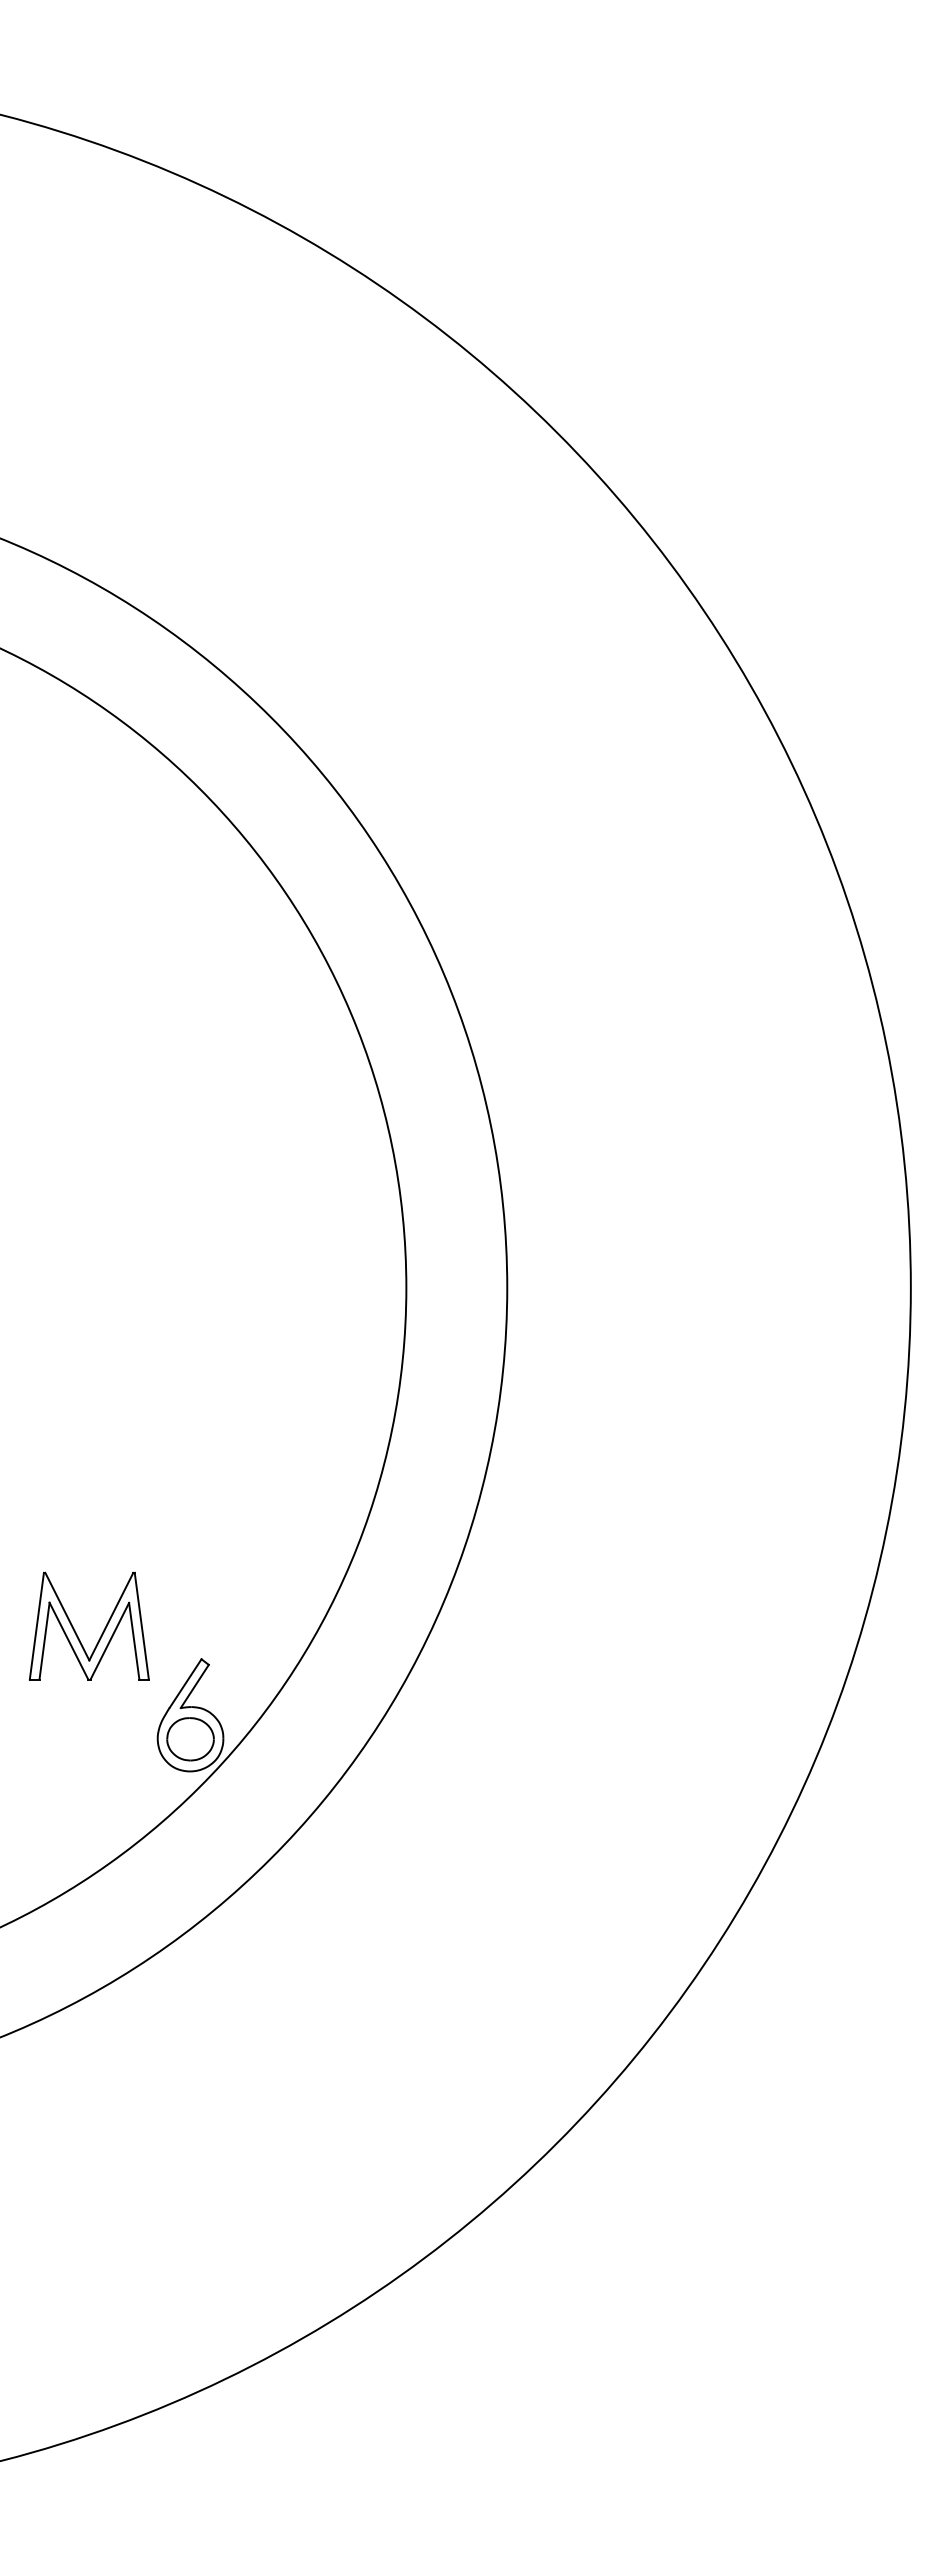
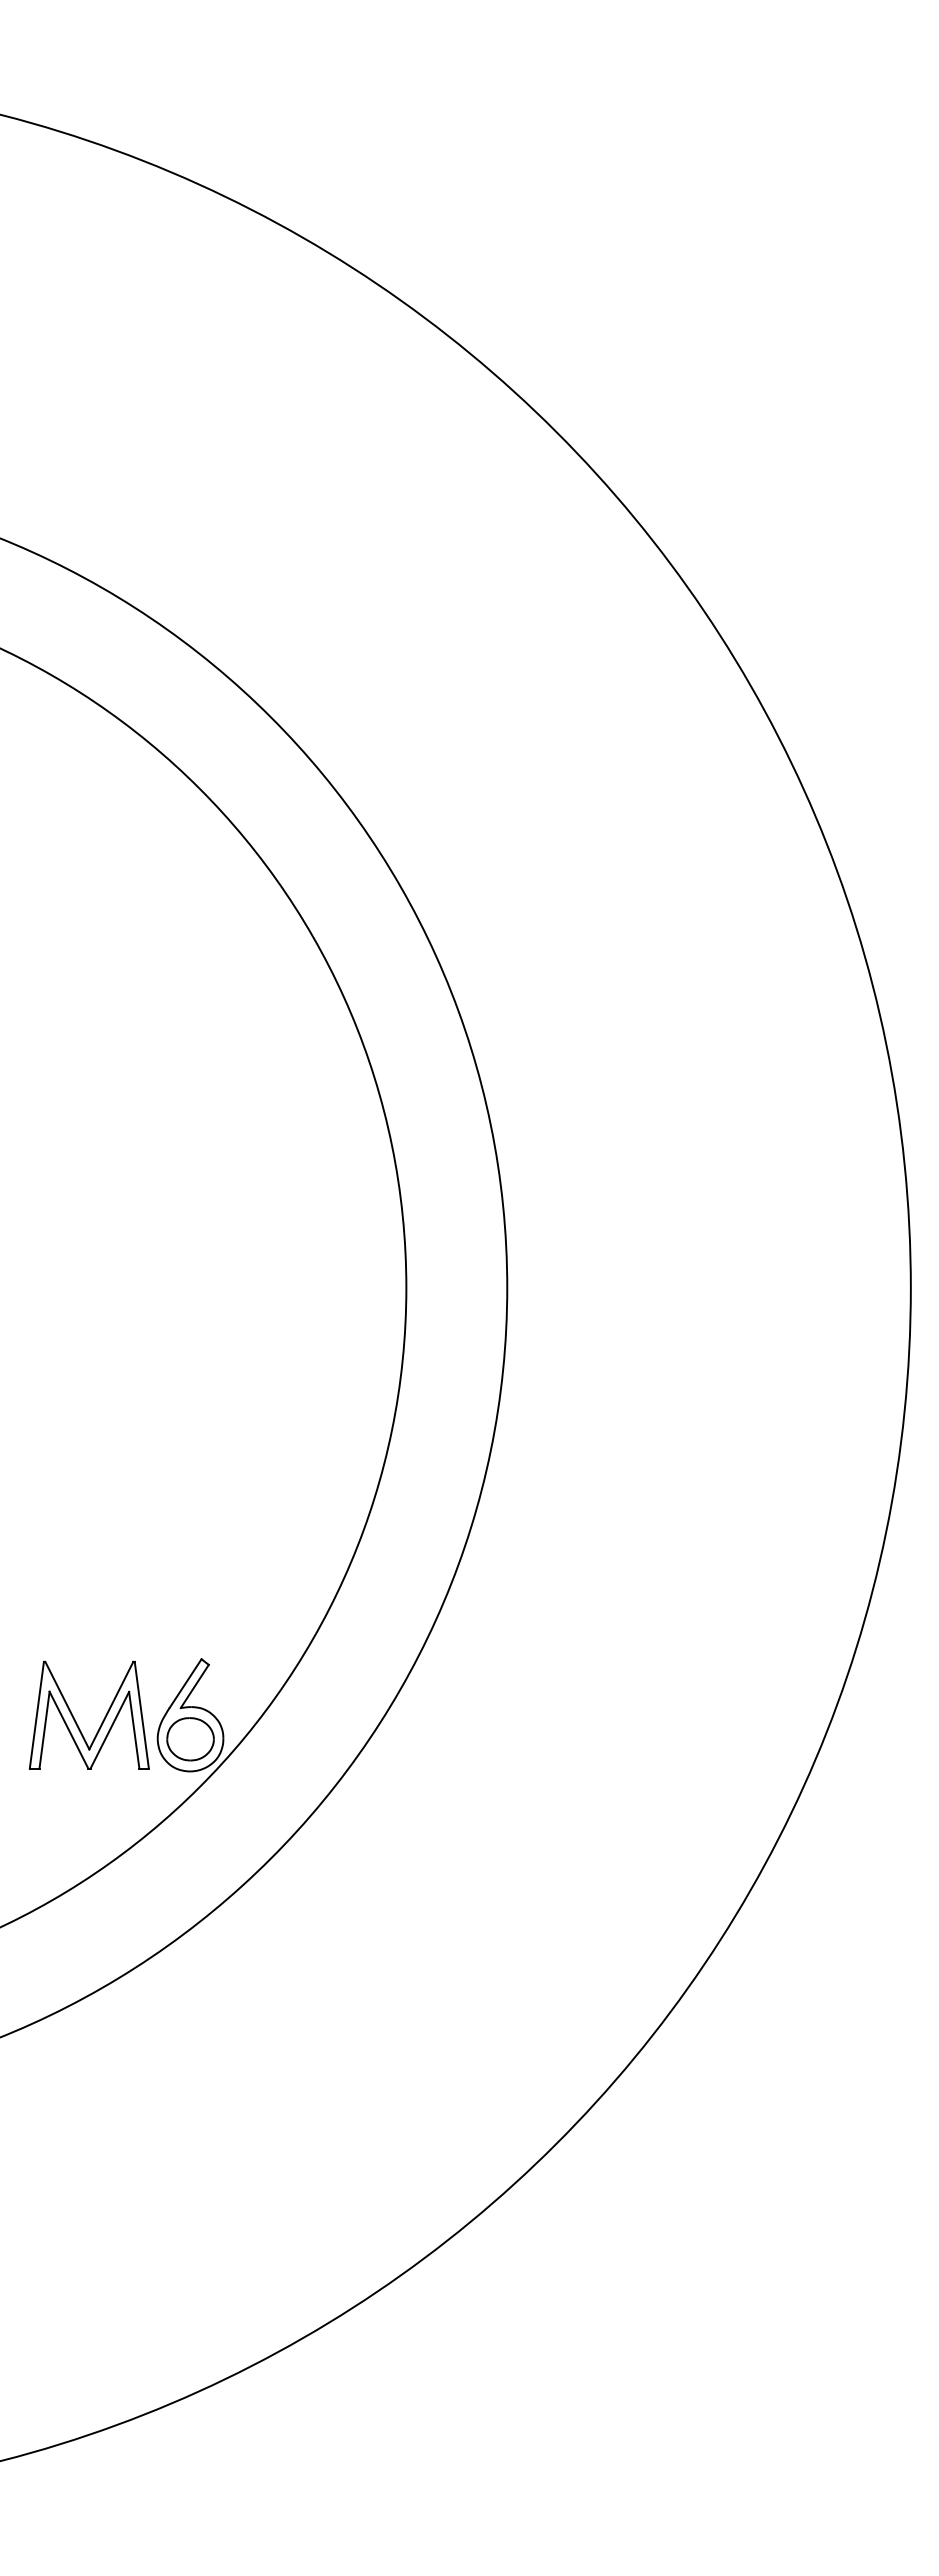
part at (76, 1632) position: (76, 1632) -> (76, 1721)
